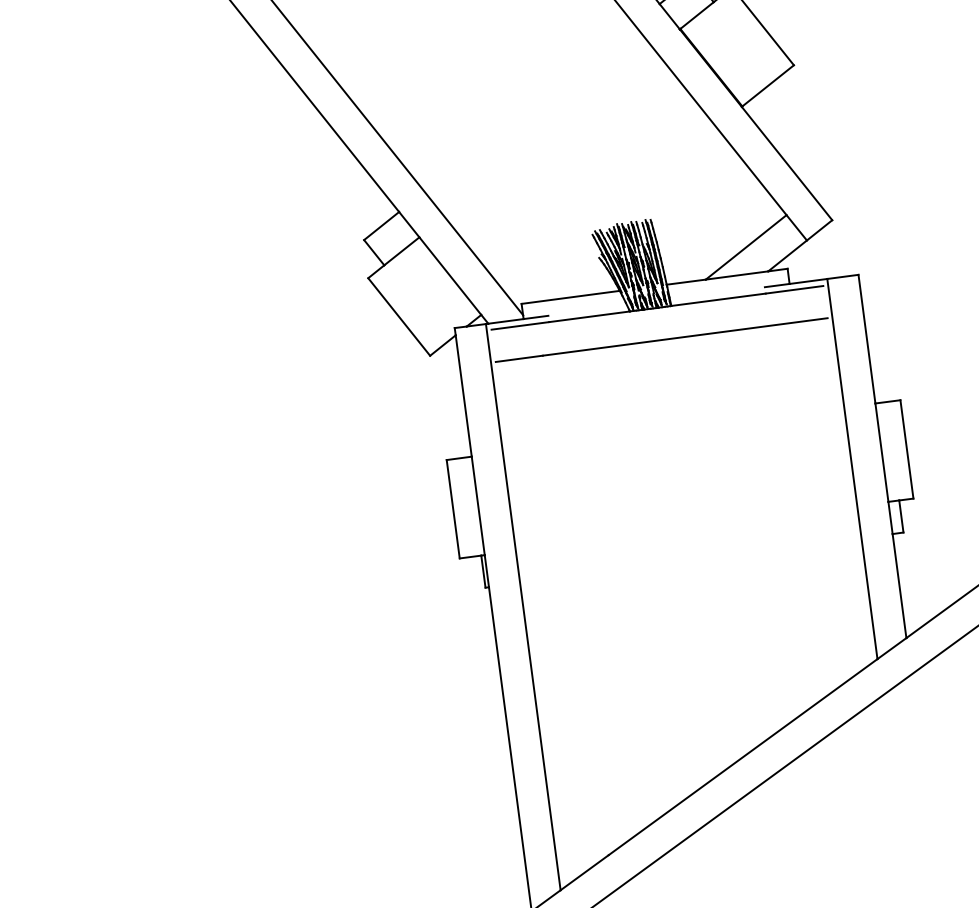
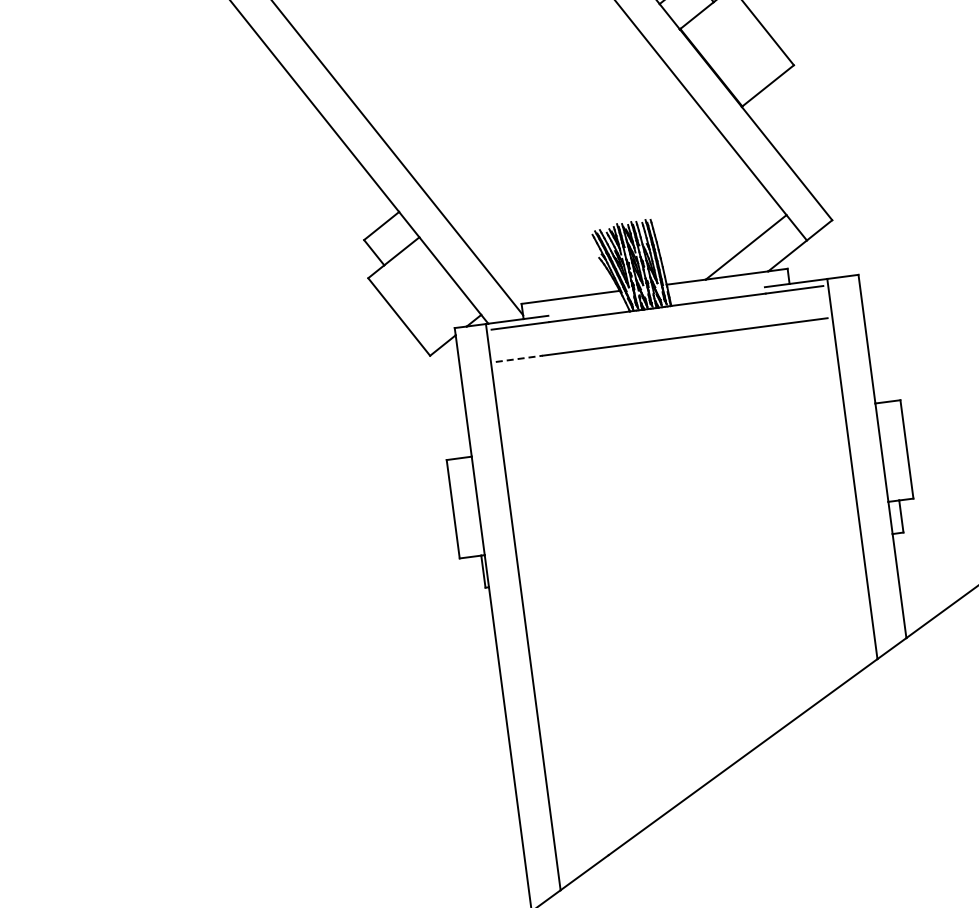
line at (519, 358): solid -> dashed
line at (785, 765): present -> none
